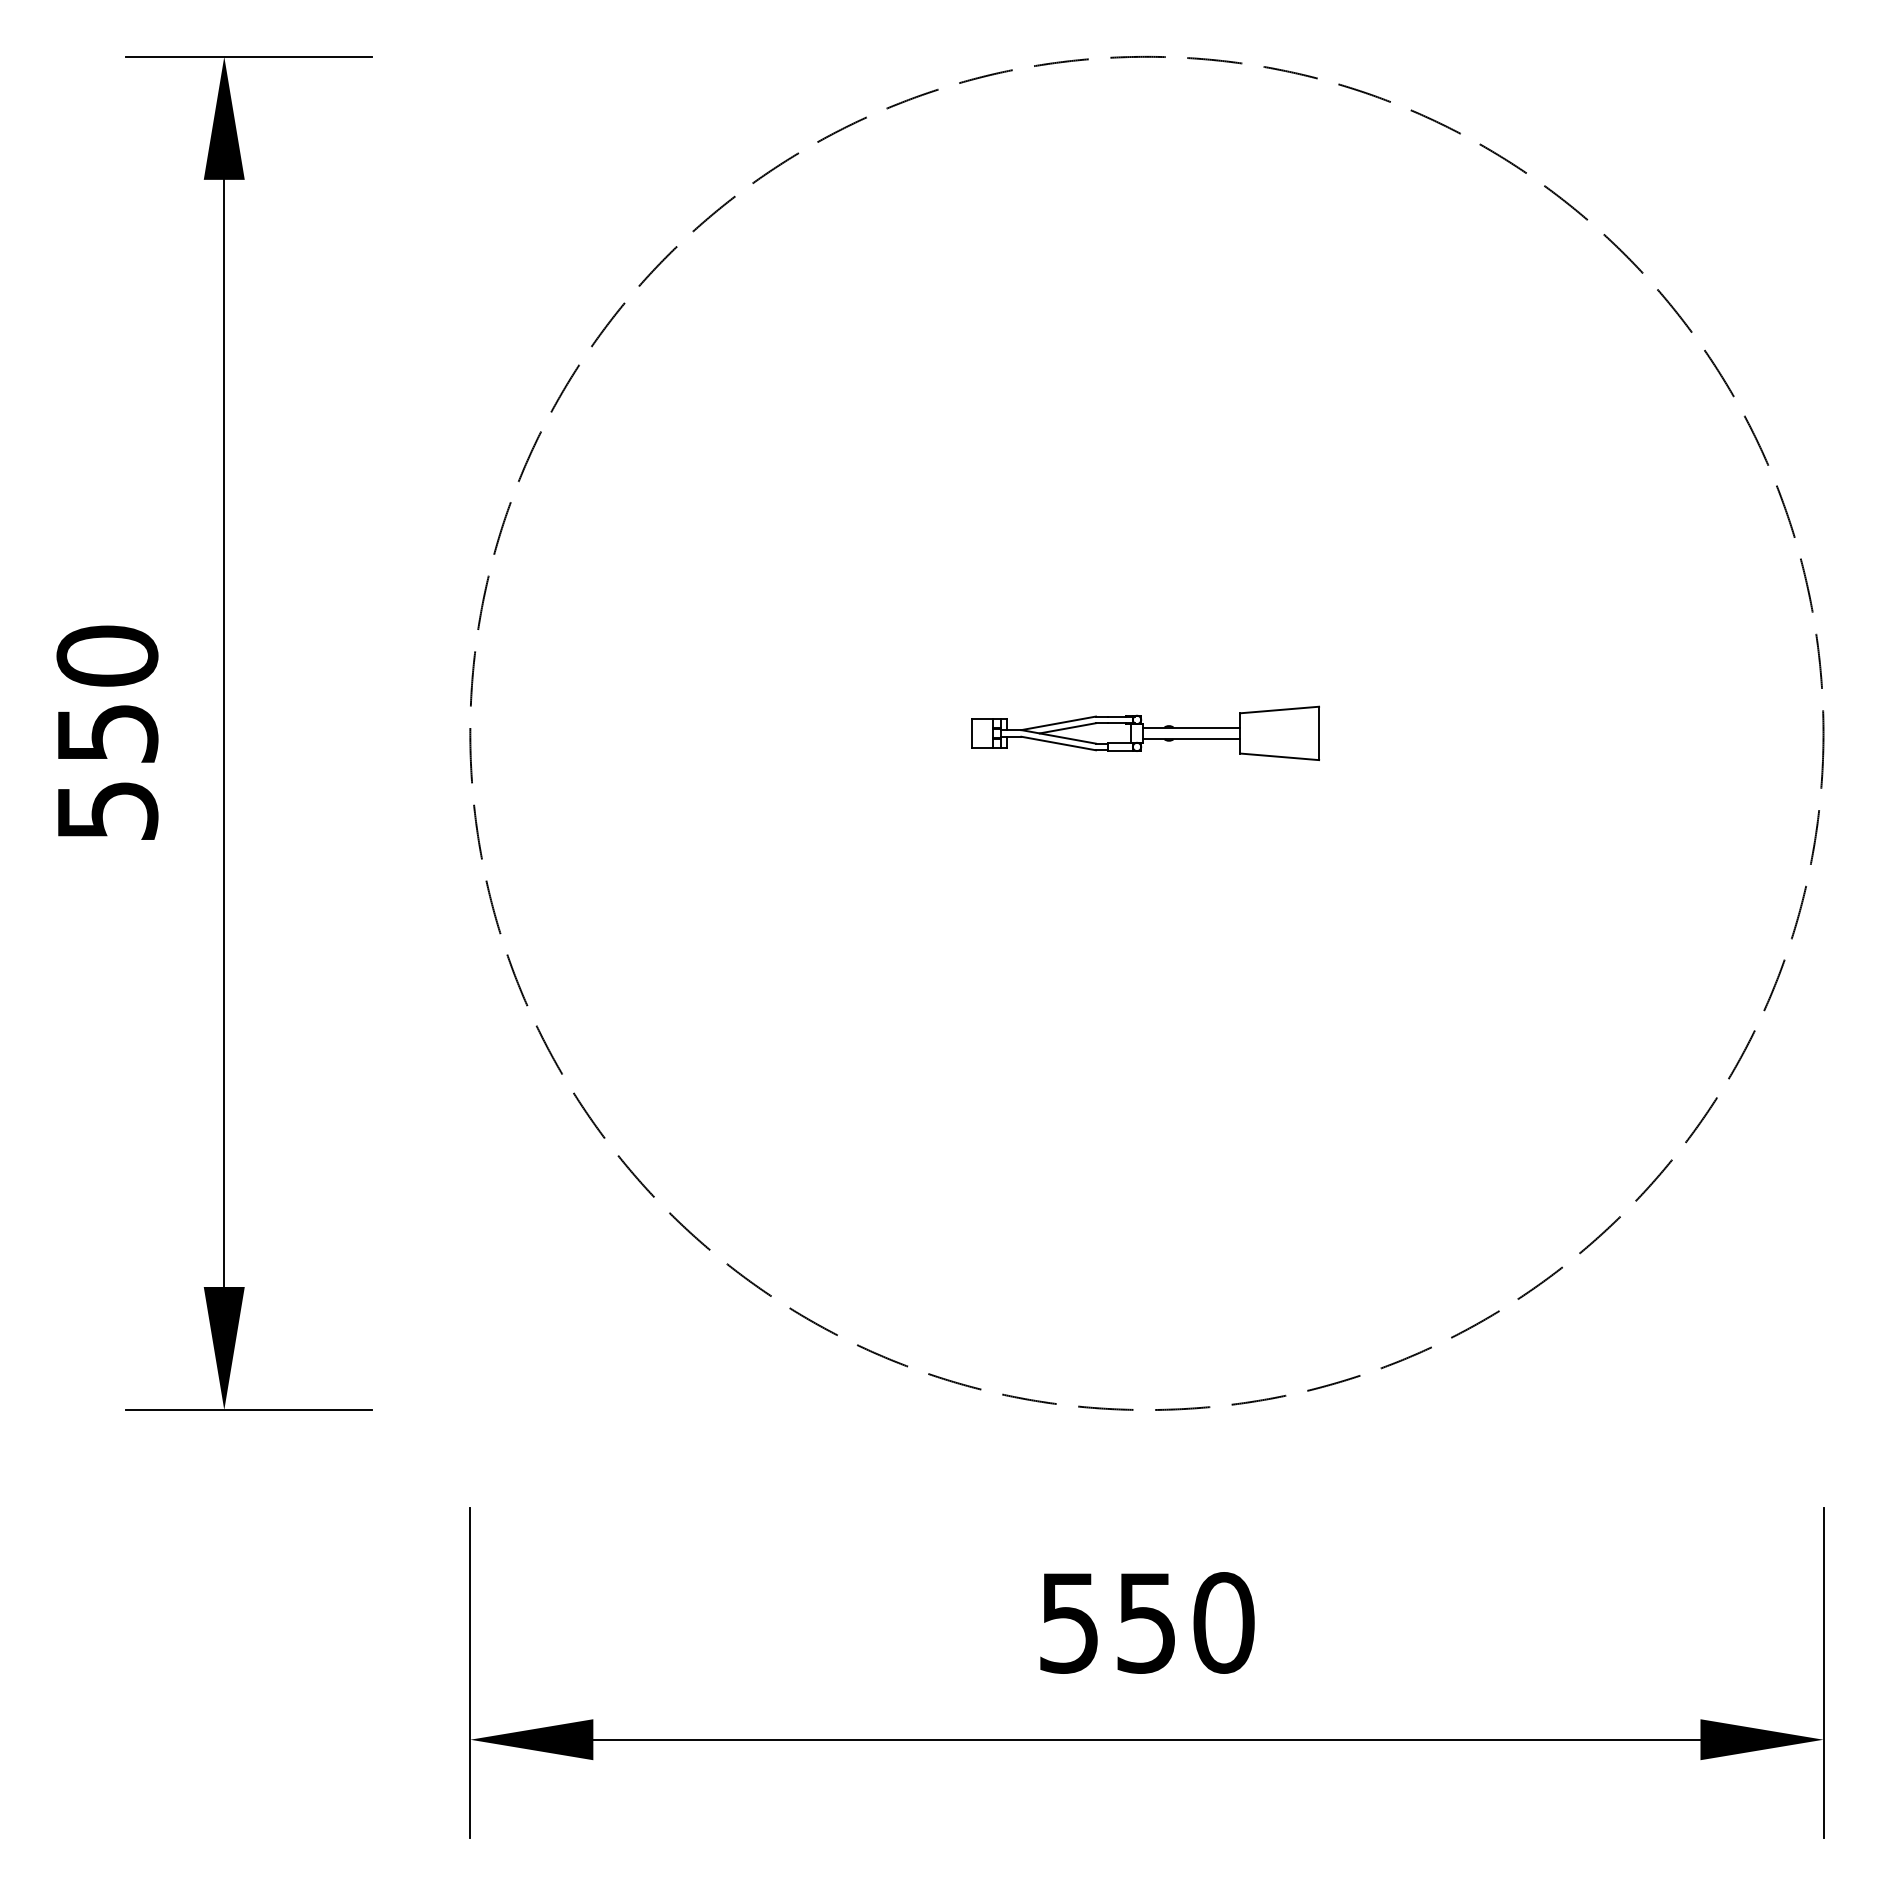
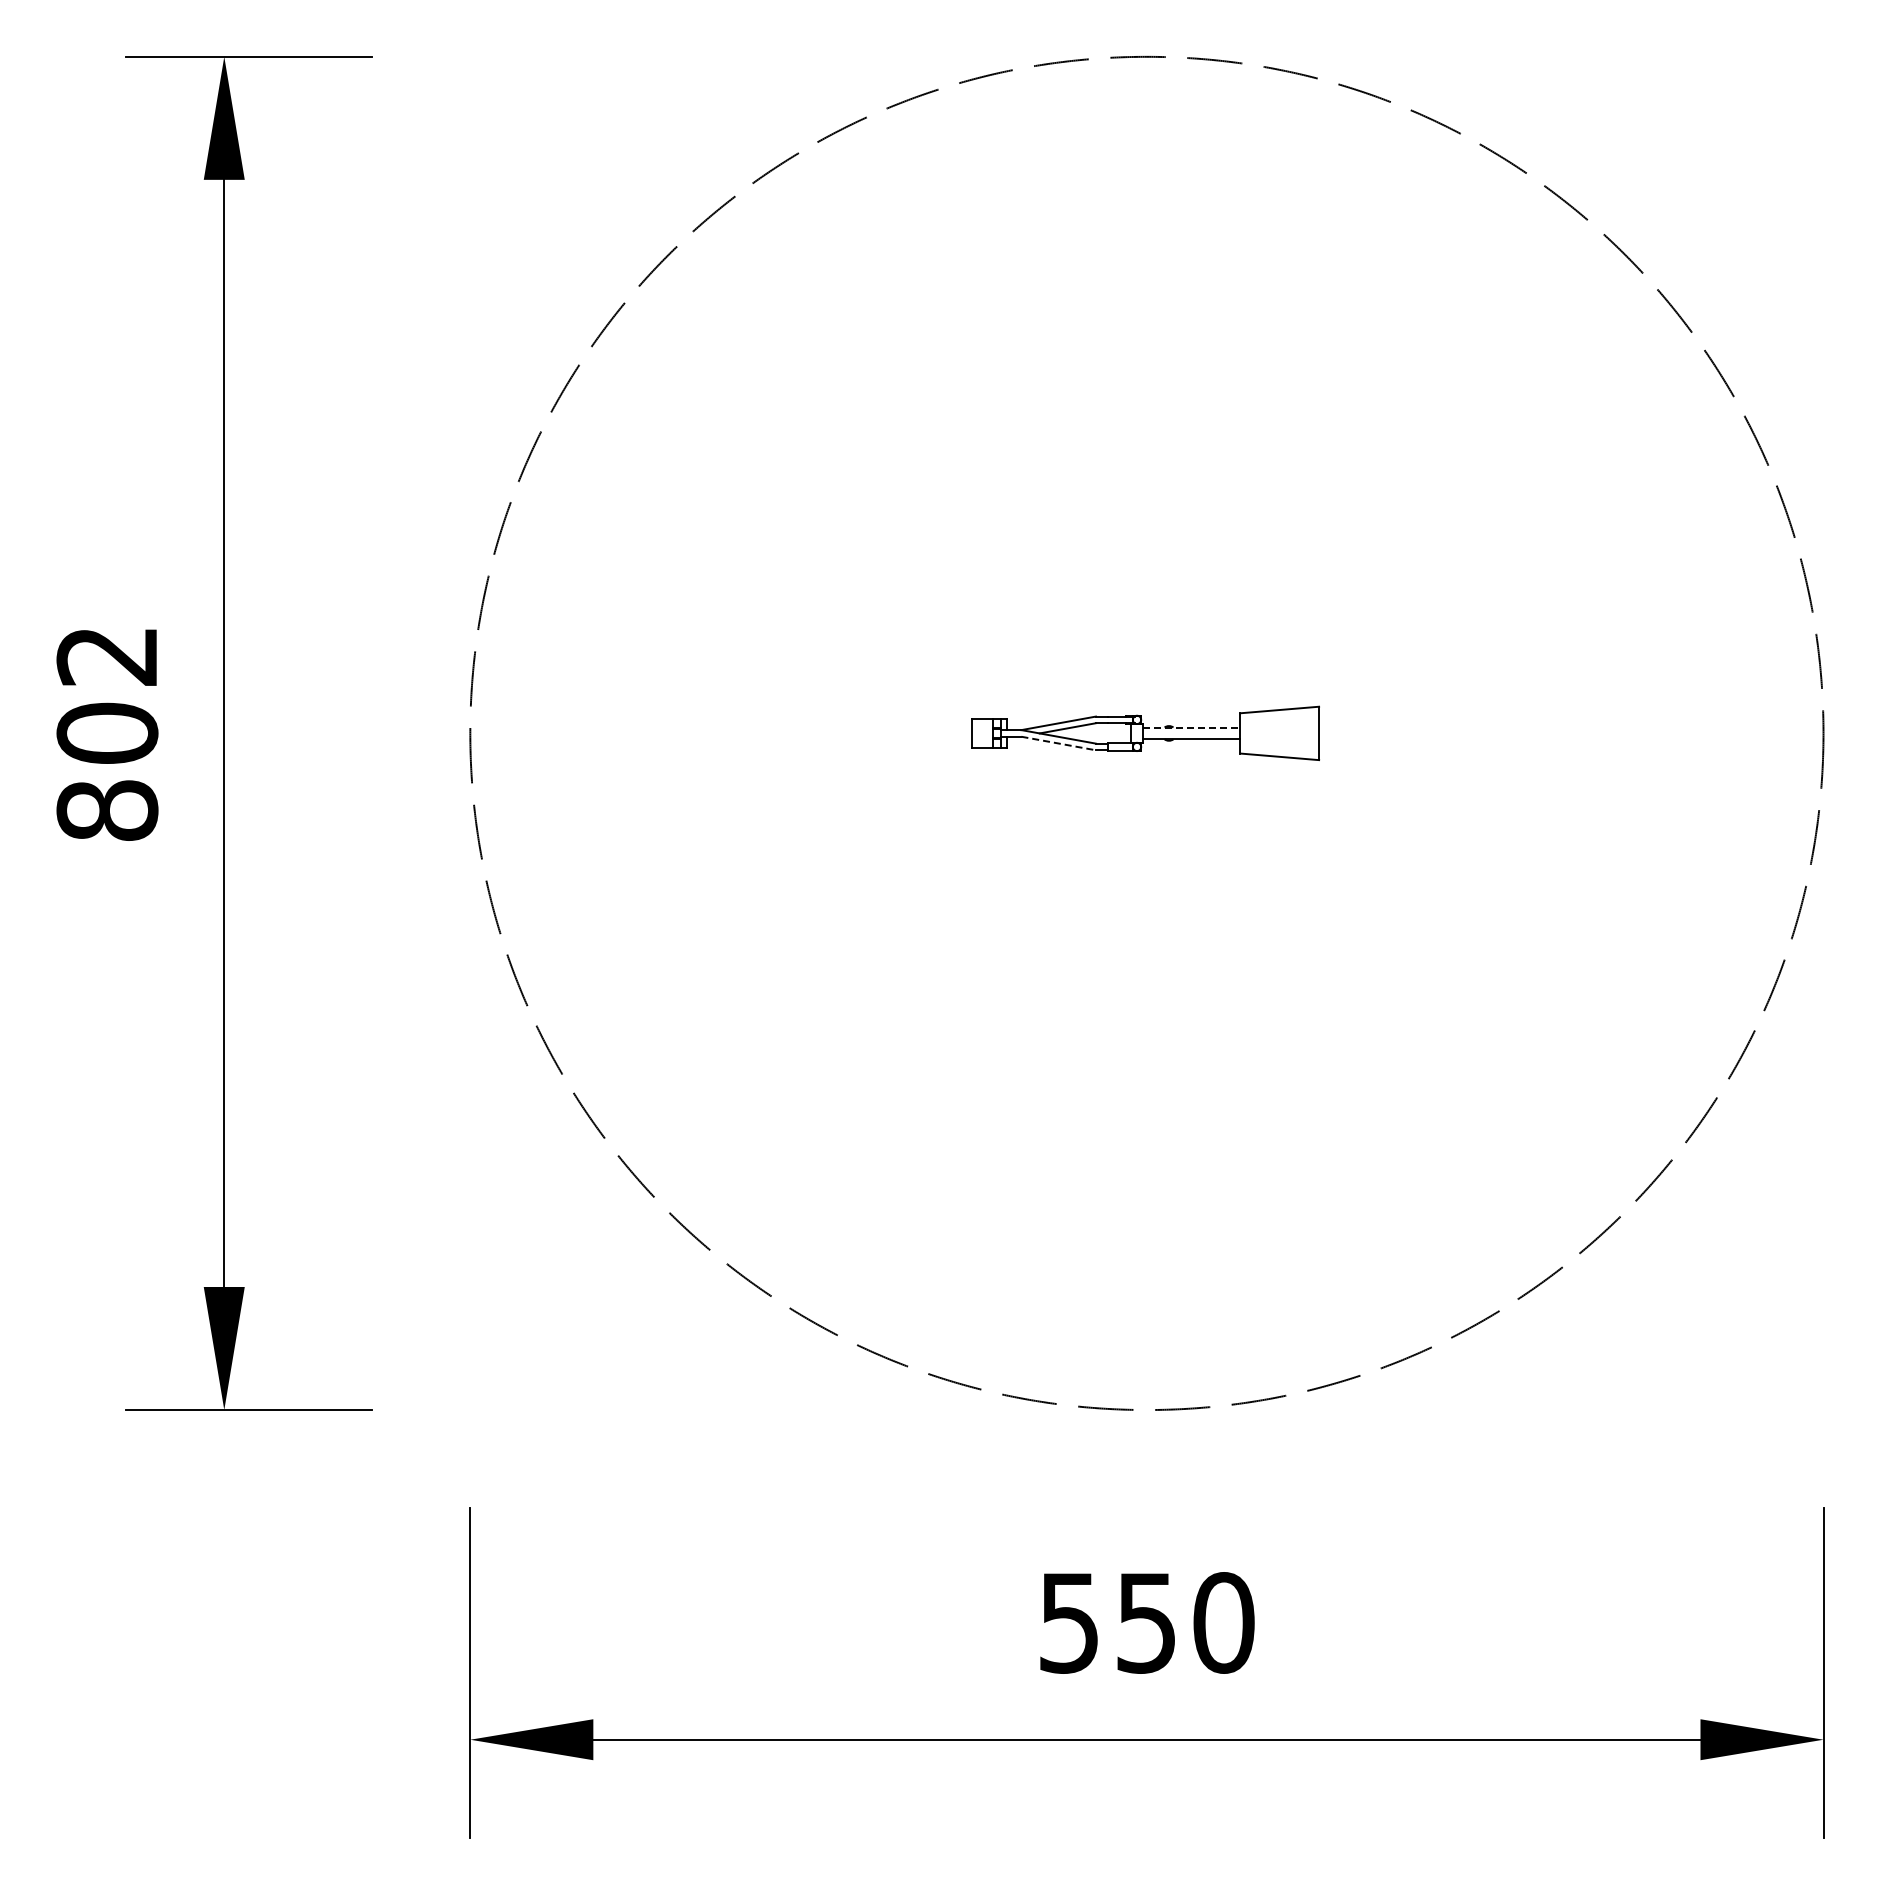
line at (1191, 727): solid -> dashed
text at (107, 732): 550 -> 802
line at (1058, 743): solid -> dashed
